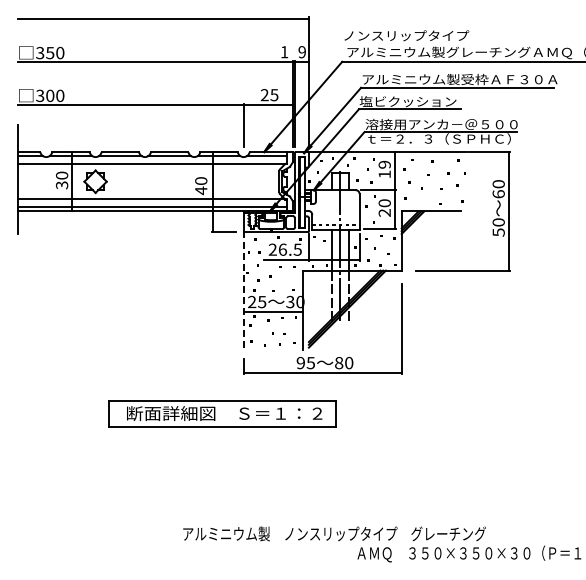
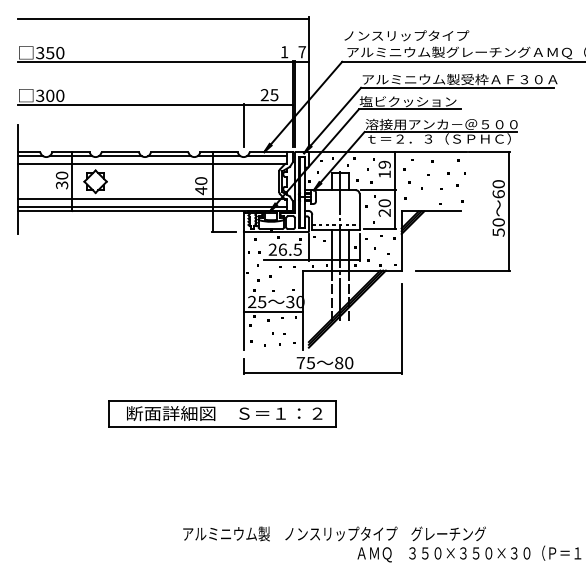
text at (302, 52): 9 -> 7
line at (243, 290): dashed -> solid
text at (300, 362): 95 -> 75
